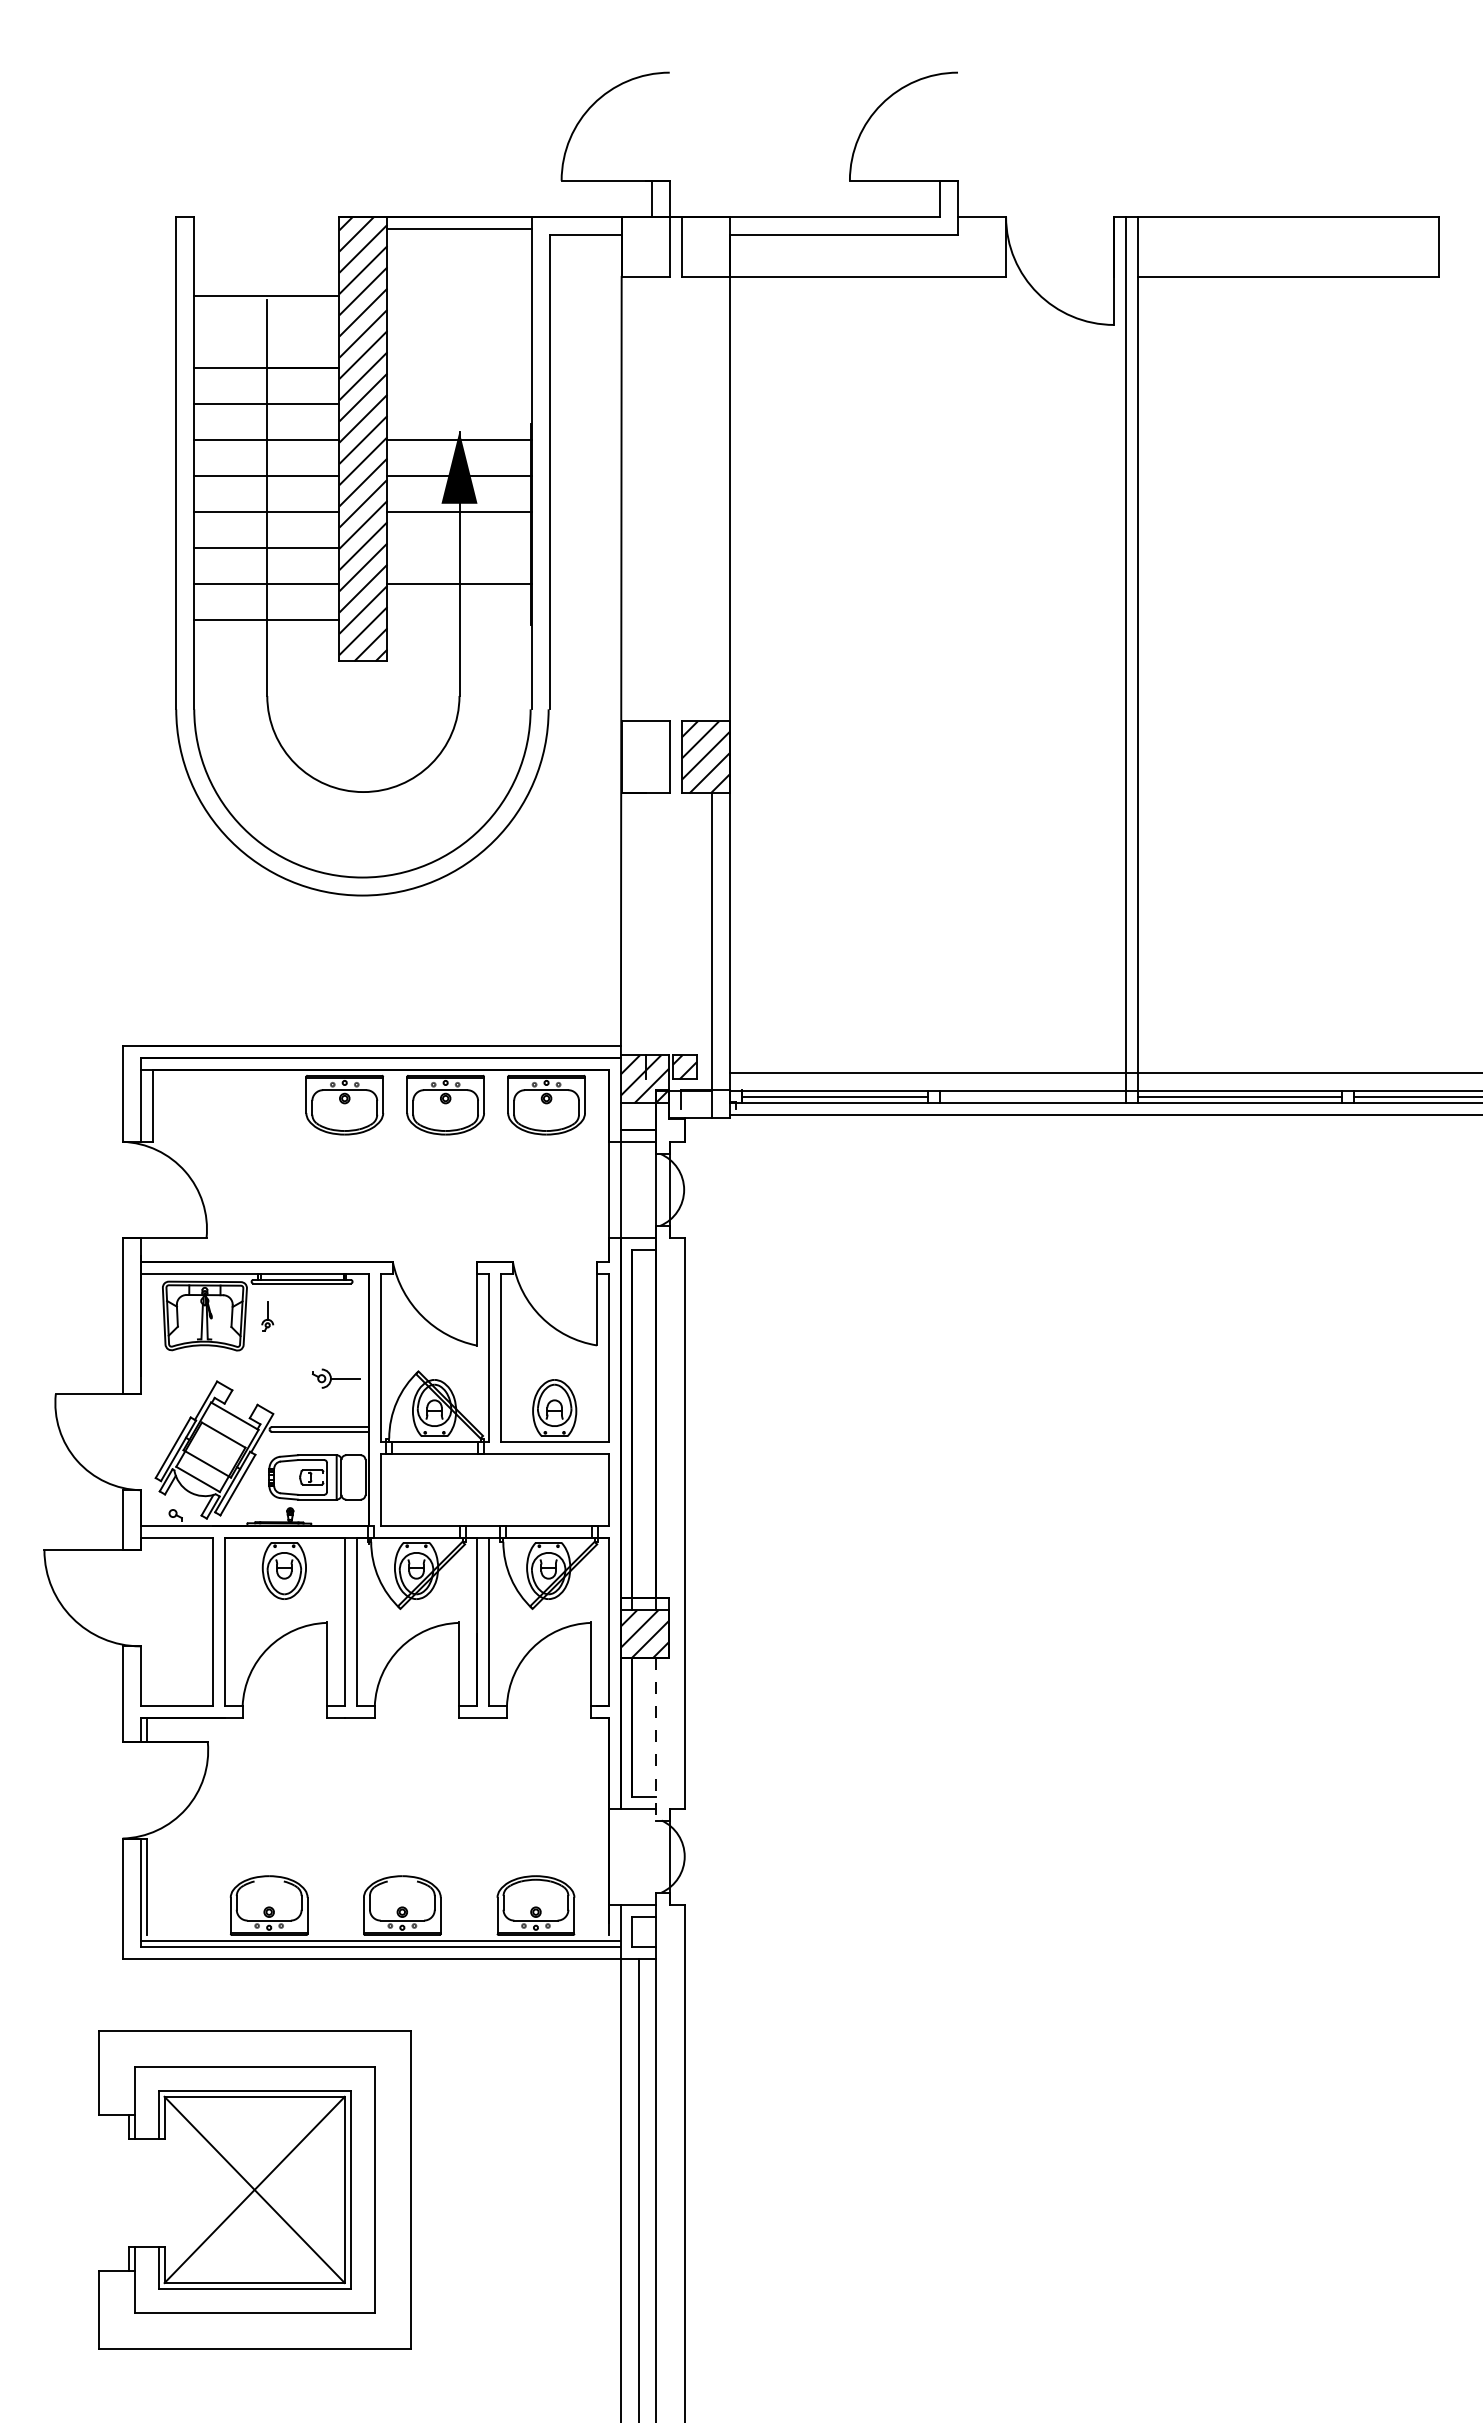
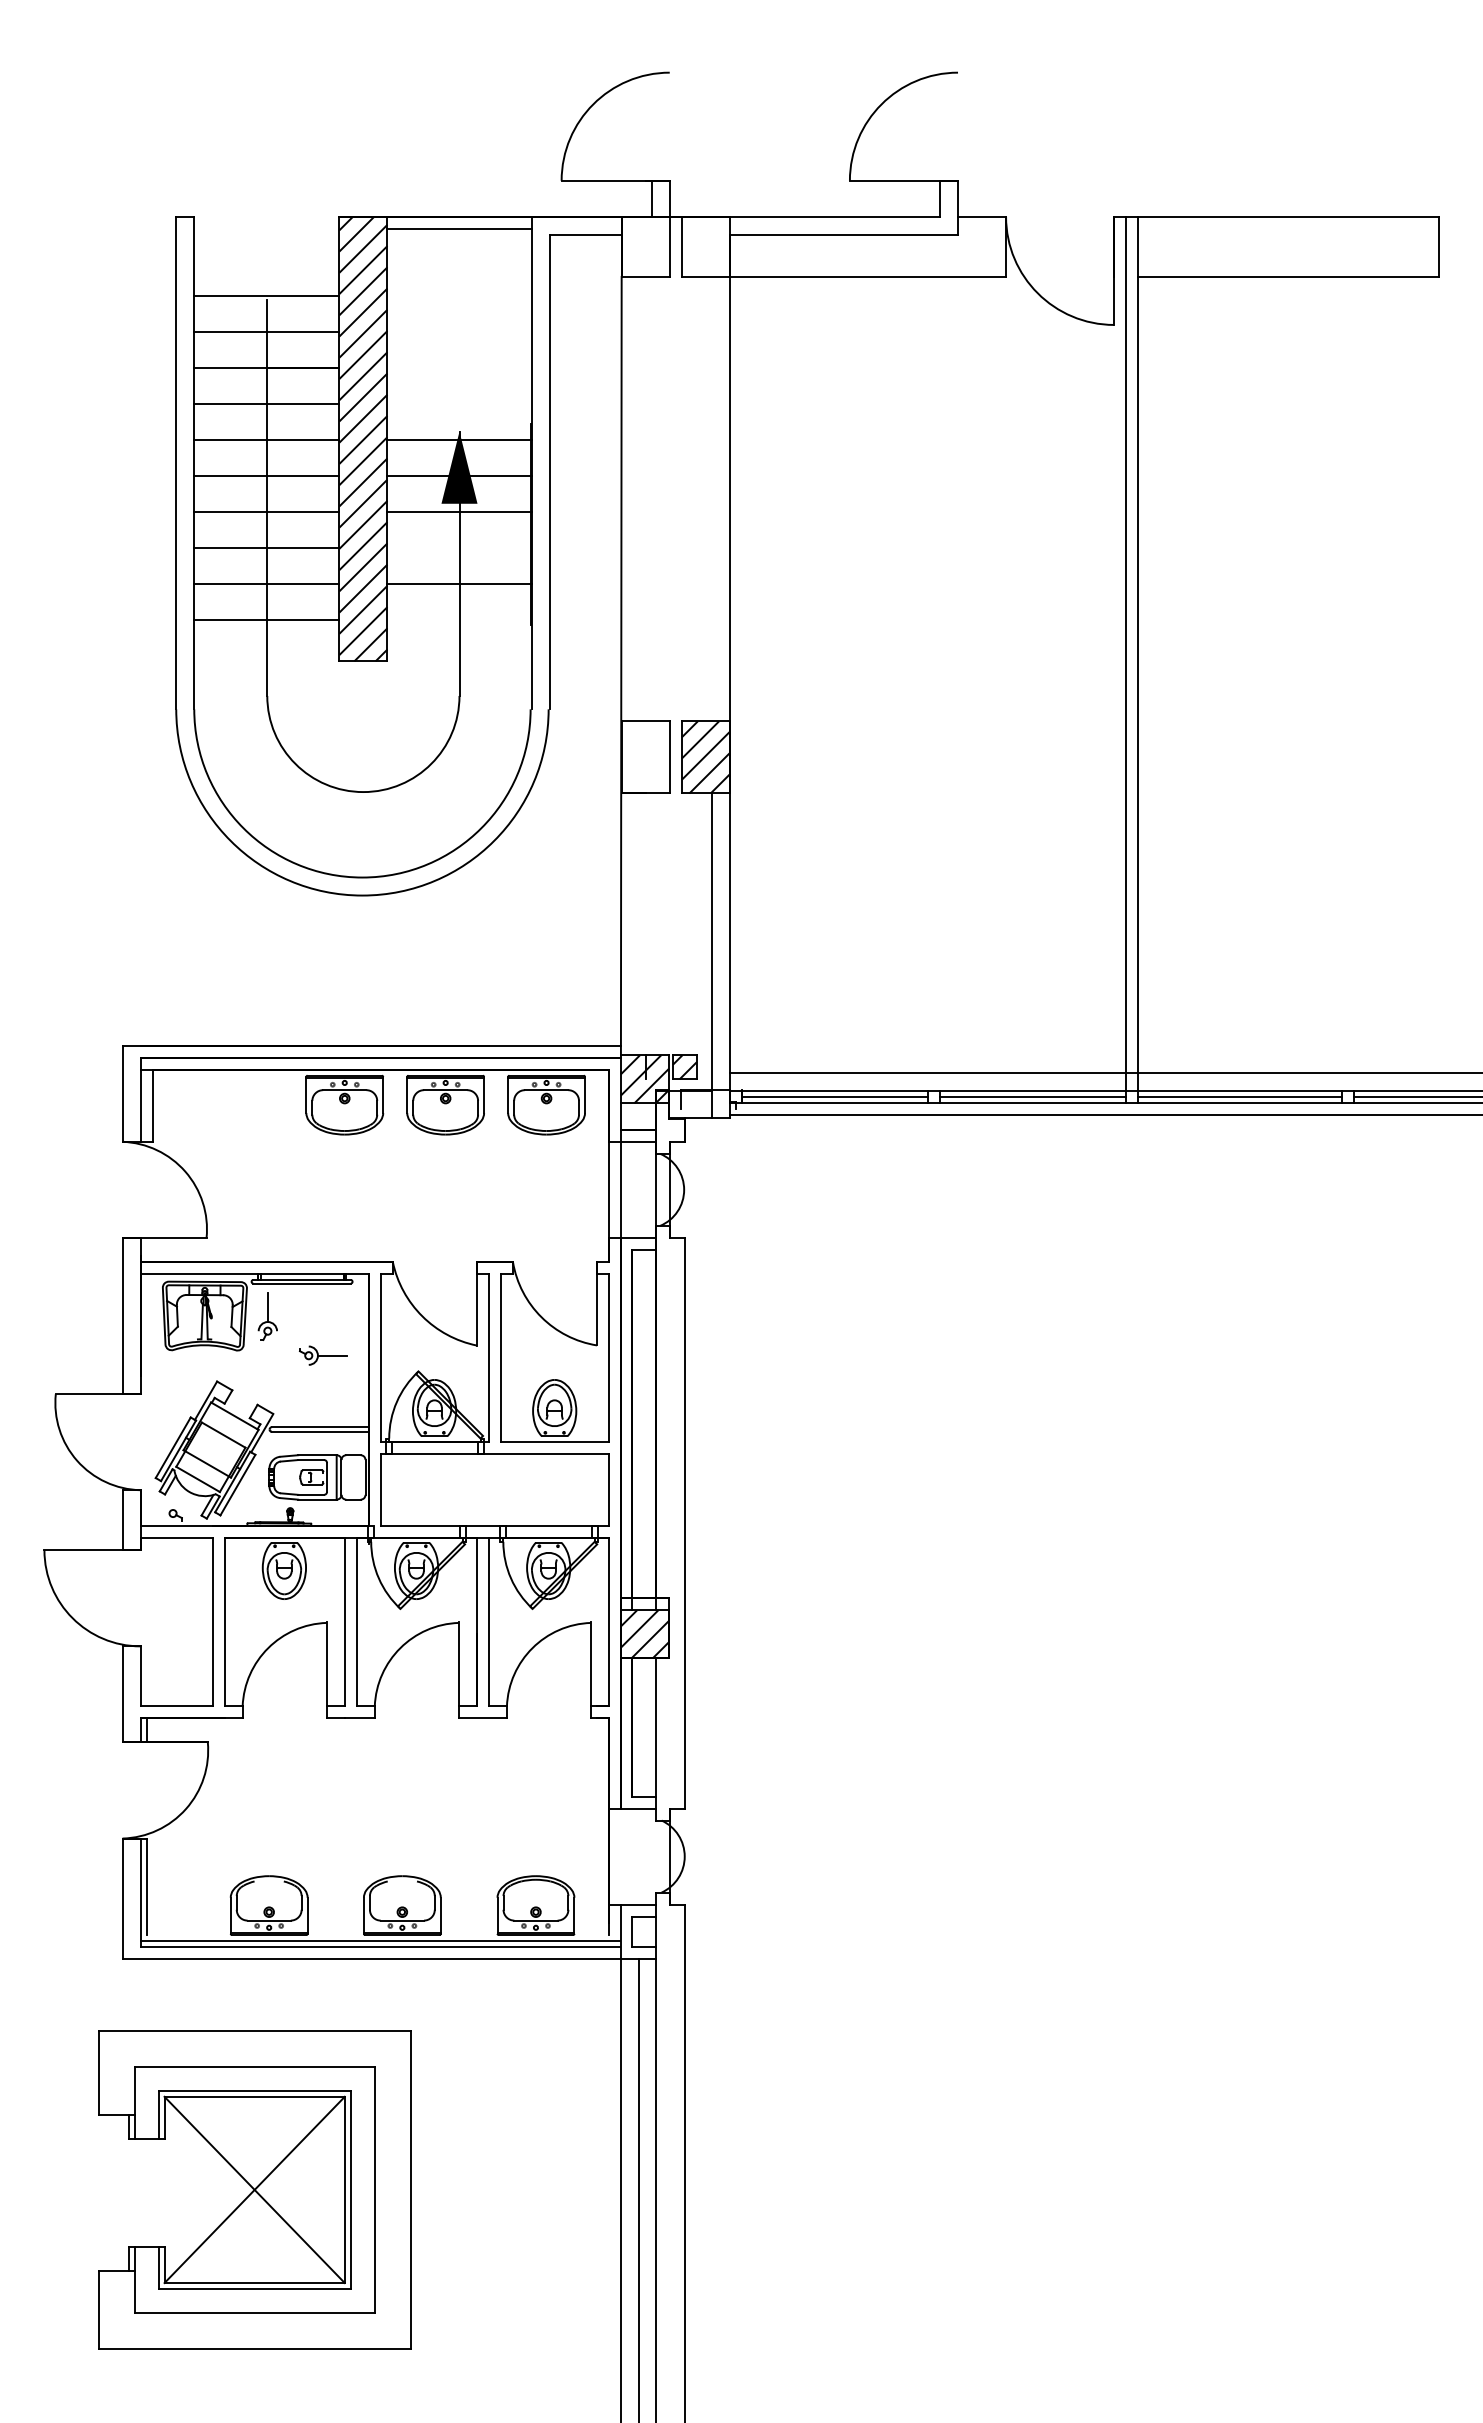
line at (266, 331): none -> present
line at (1032, 1097): none -> present
part at (267, 1316) size: 14x31 px -> 21x49 px
part at (336, 1378) position: (336, 1378) -> (323, 1355)
line at (655, 1739): dashed -> solid
